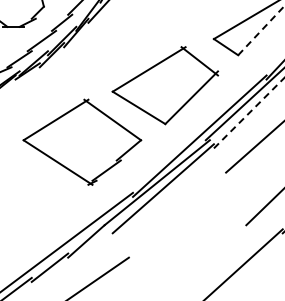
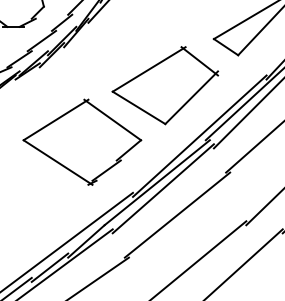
line at (261, 30): dashed -> solid
line at (249, 113): dashed -> solid
line at (177, 214): none -> present
line at (199, 259): none -> present
line at (66, 263): none -> present
